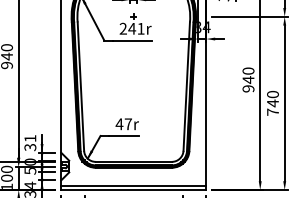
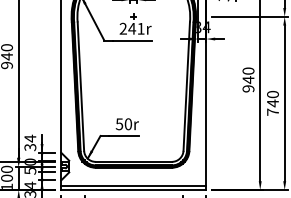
text at (123, 124): 47r -> 50r
text at (30, 138): 31 -> 34
